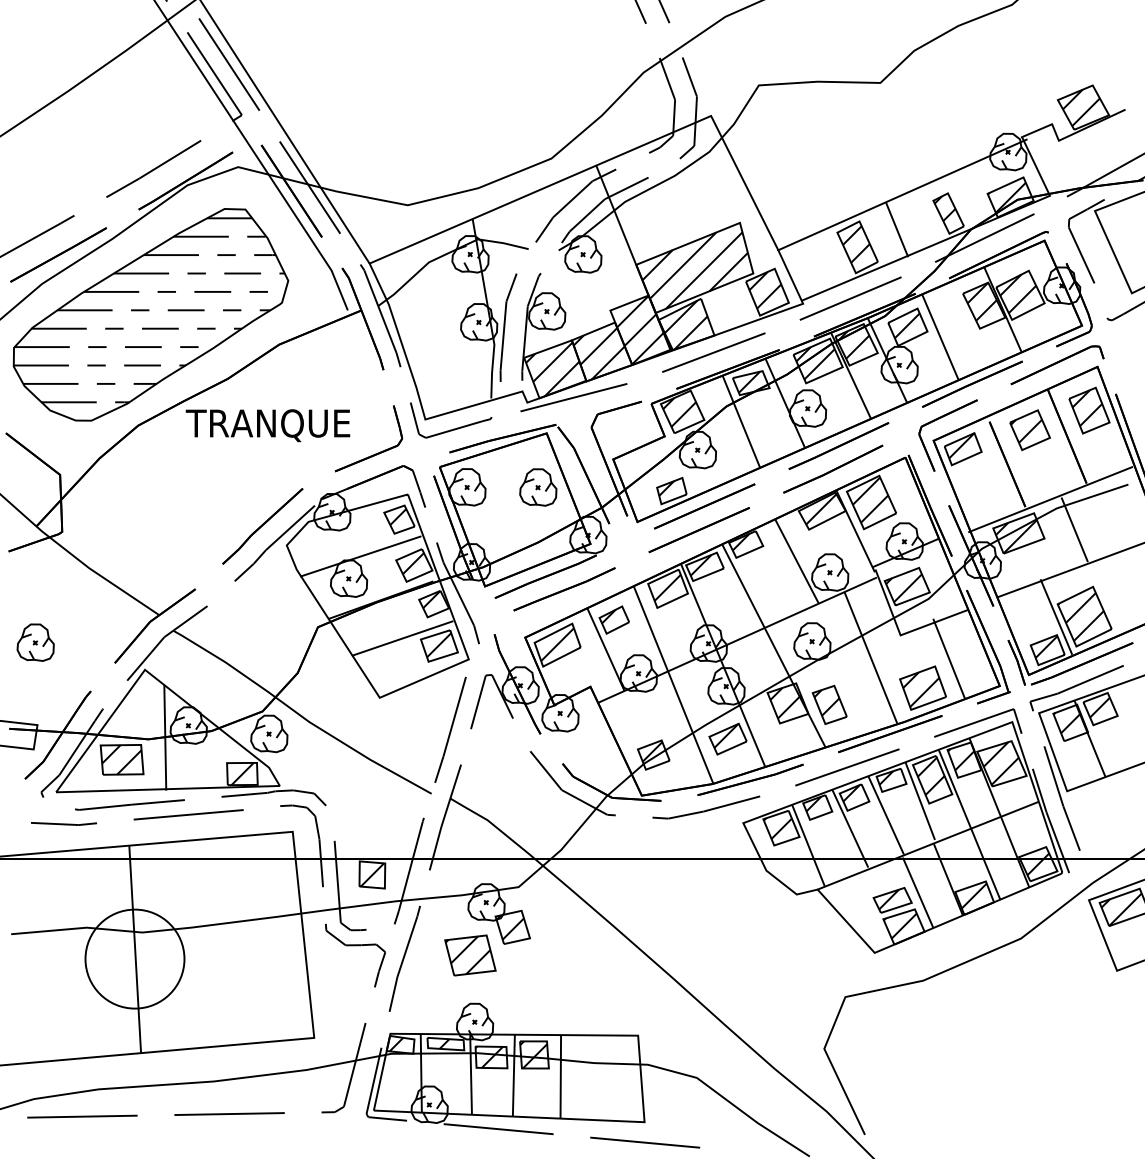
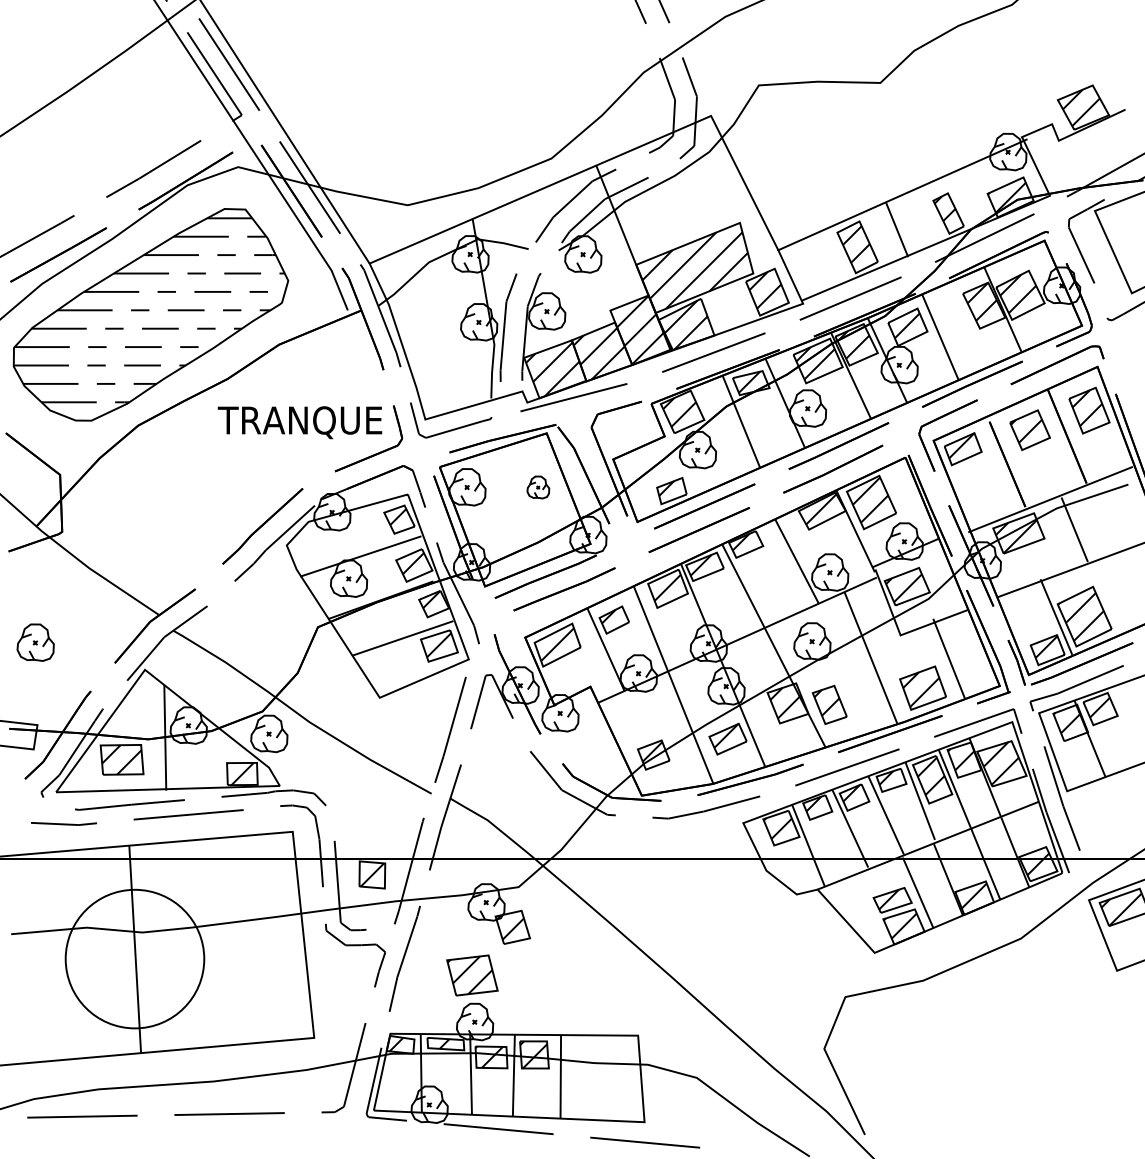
text at (267, 425) position: (267, 425) -> (299, 422)
part at (538, 487) size: 39x39 px -> 25x25 px
part at (470, 955) position: (470, 955) -> (472, 975)
circle at (134, 958) diameter: 99 px -> 139 px
